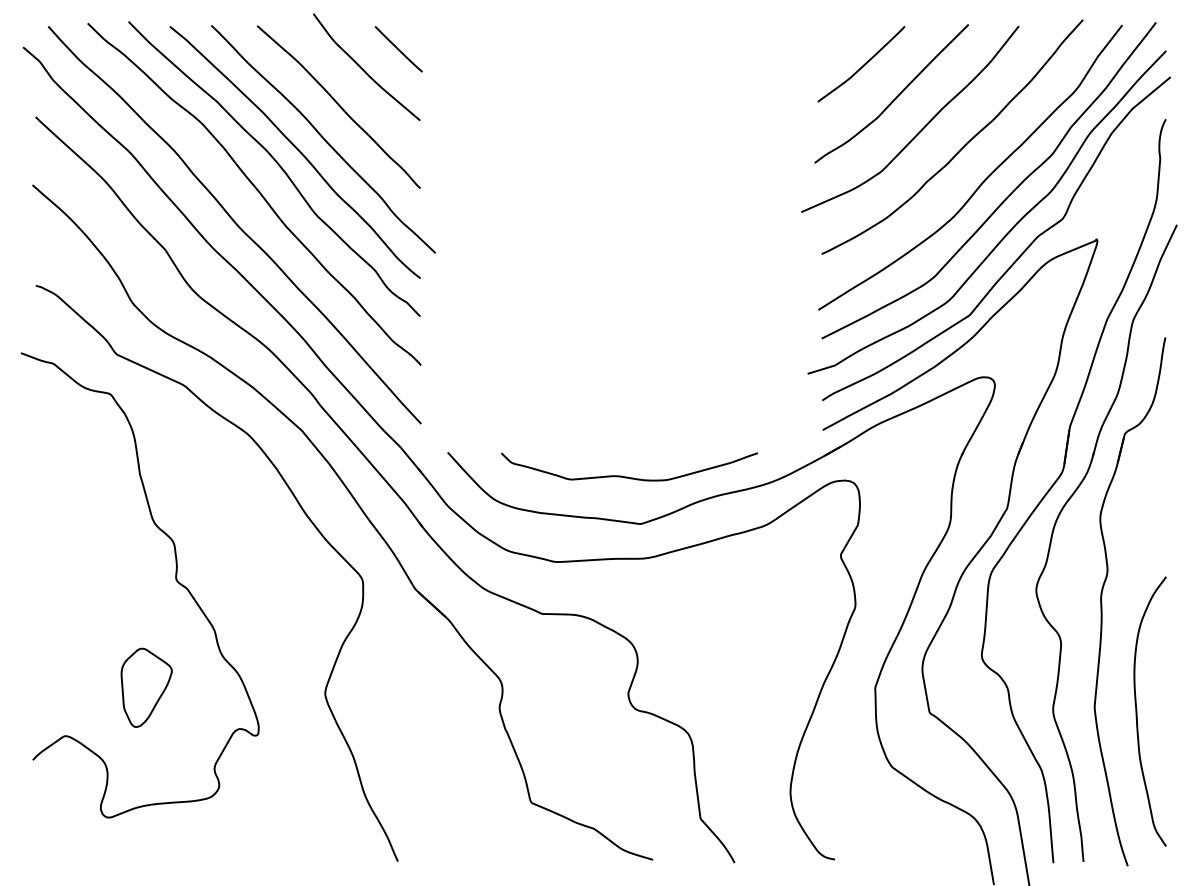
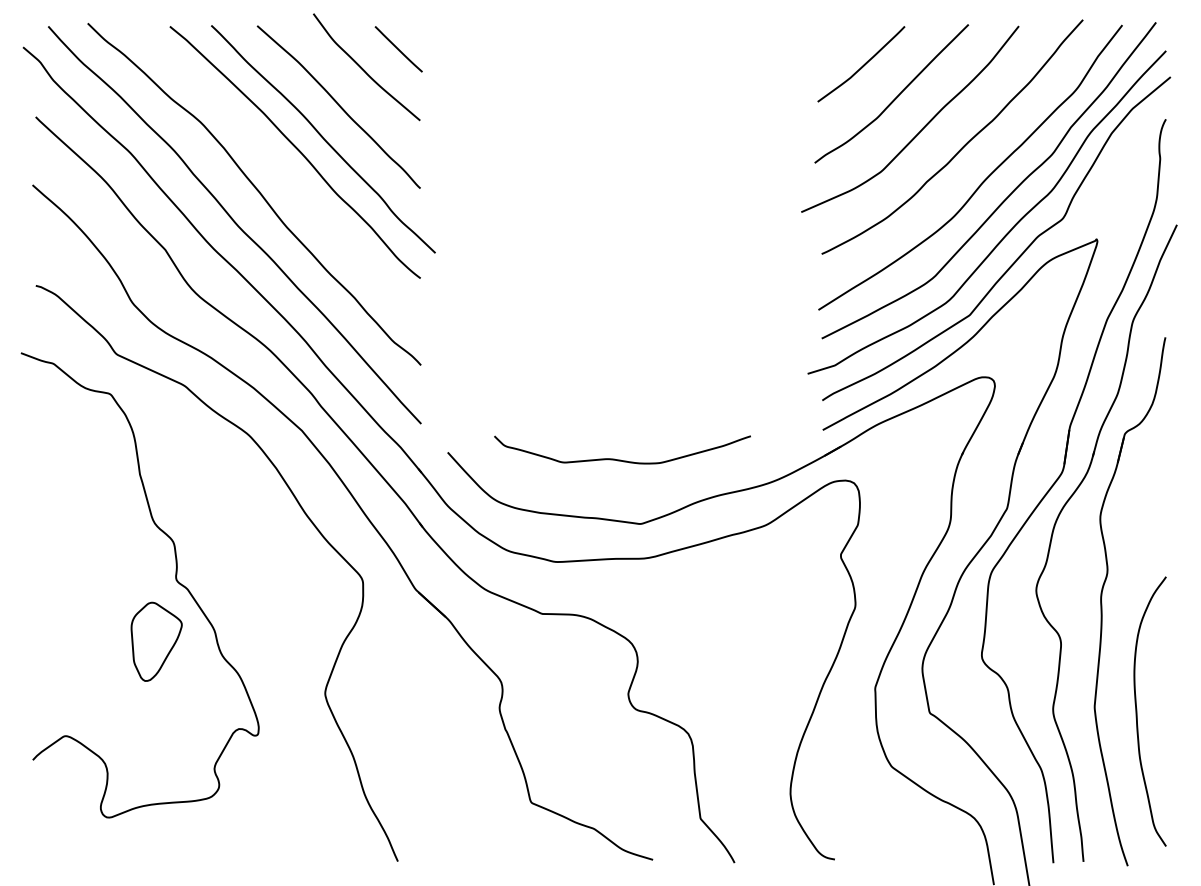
curve at (277, 164): present -> none
curve at (627, 476) position: (627, 476) -> (620, 459)
part at (146, 687) position: (146, 687) -> (156, 641)
